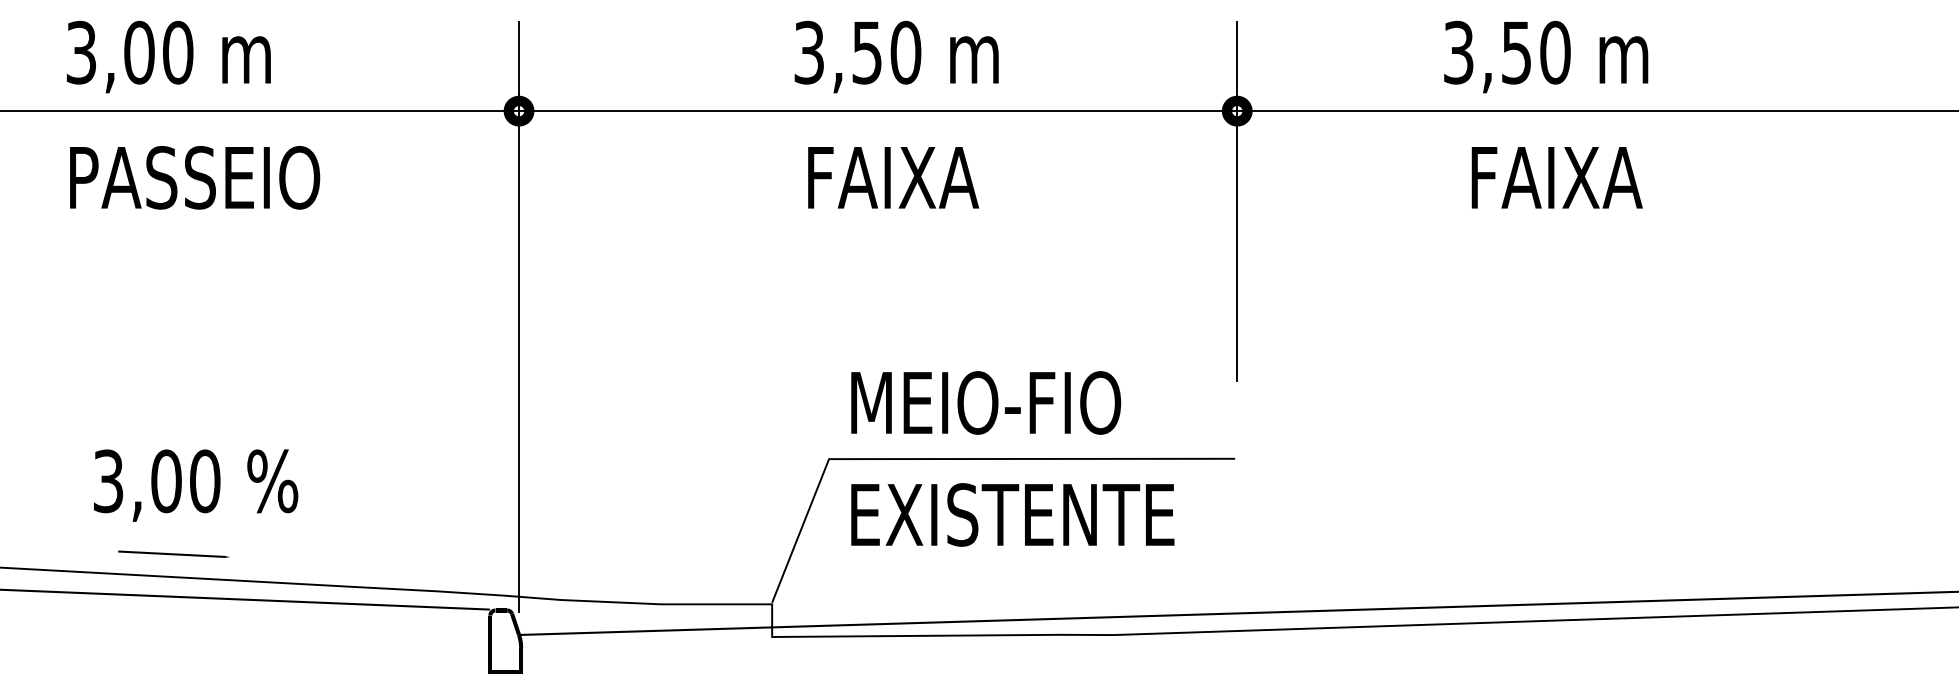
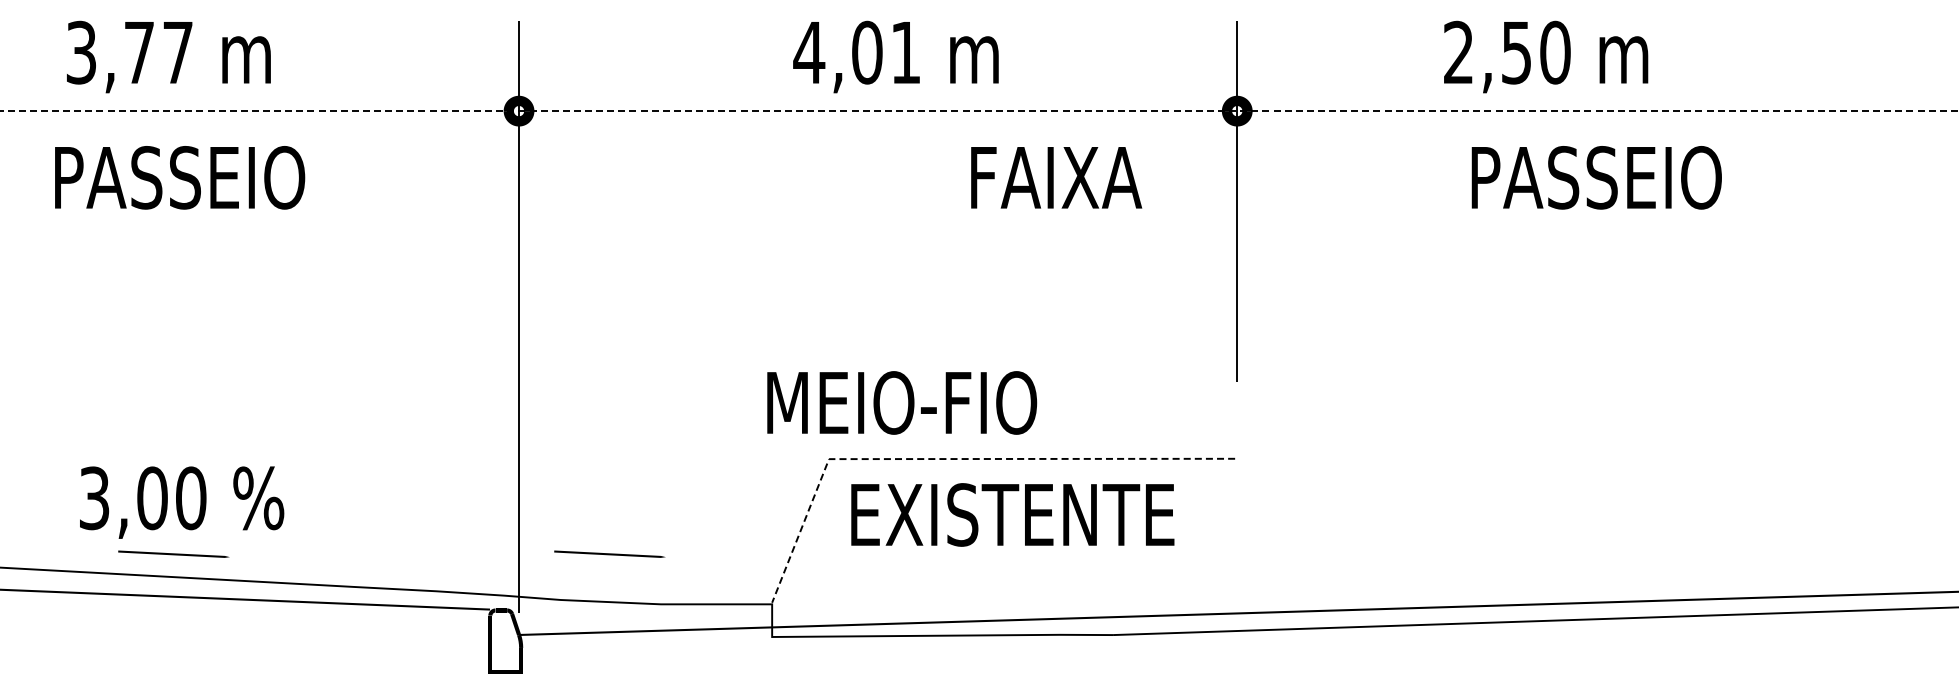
text at (158, 52): 3,00 -> 3,77
text at (857, 52): 3,50 -> 4,01
text at (1458, 52): 3,50 -> 2,50
line at (980, 111): solid -> dashed
text at (195, 177) position: (195, 177) -> (180, 177)
text at (893, 177) position: (893, 177) -> (1056, 177)
text at (1599, 177): FAIXA -> PASSEIO
text at (986, 402) position: (986, 402) -> (902, 402)
line at (953, 459): solid -> dashed
text at (196, 485) position: (196, 485) -> (182, 502)
line at (609, 553): none -> present
